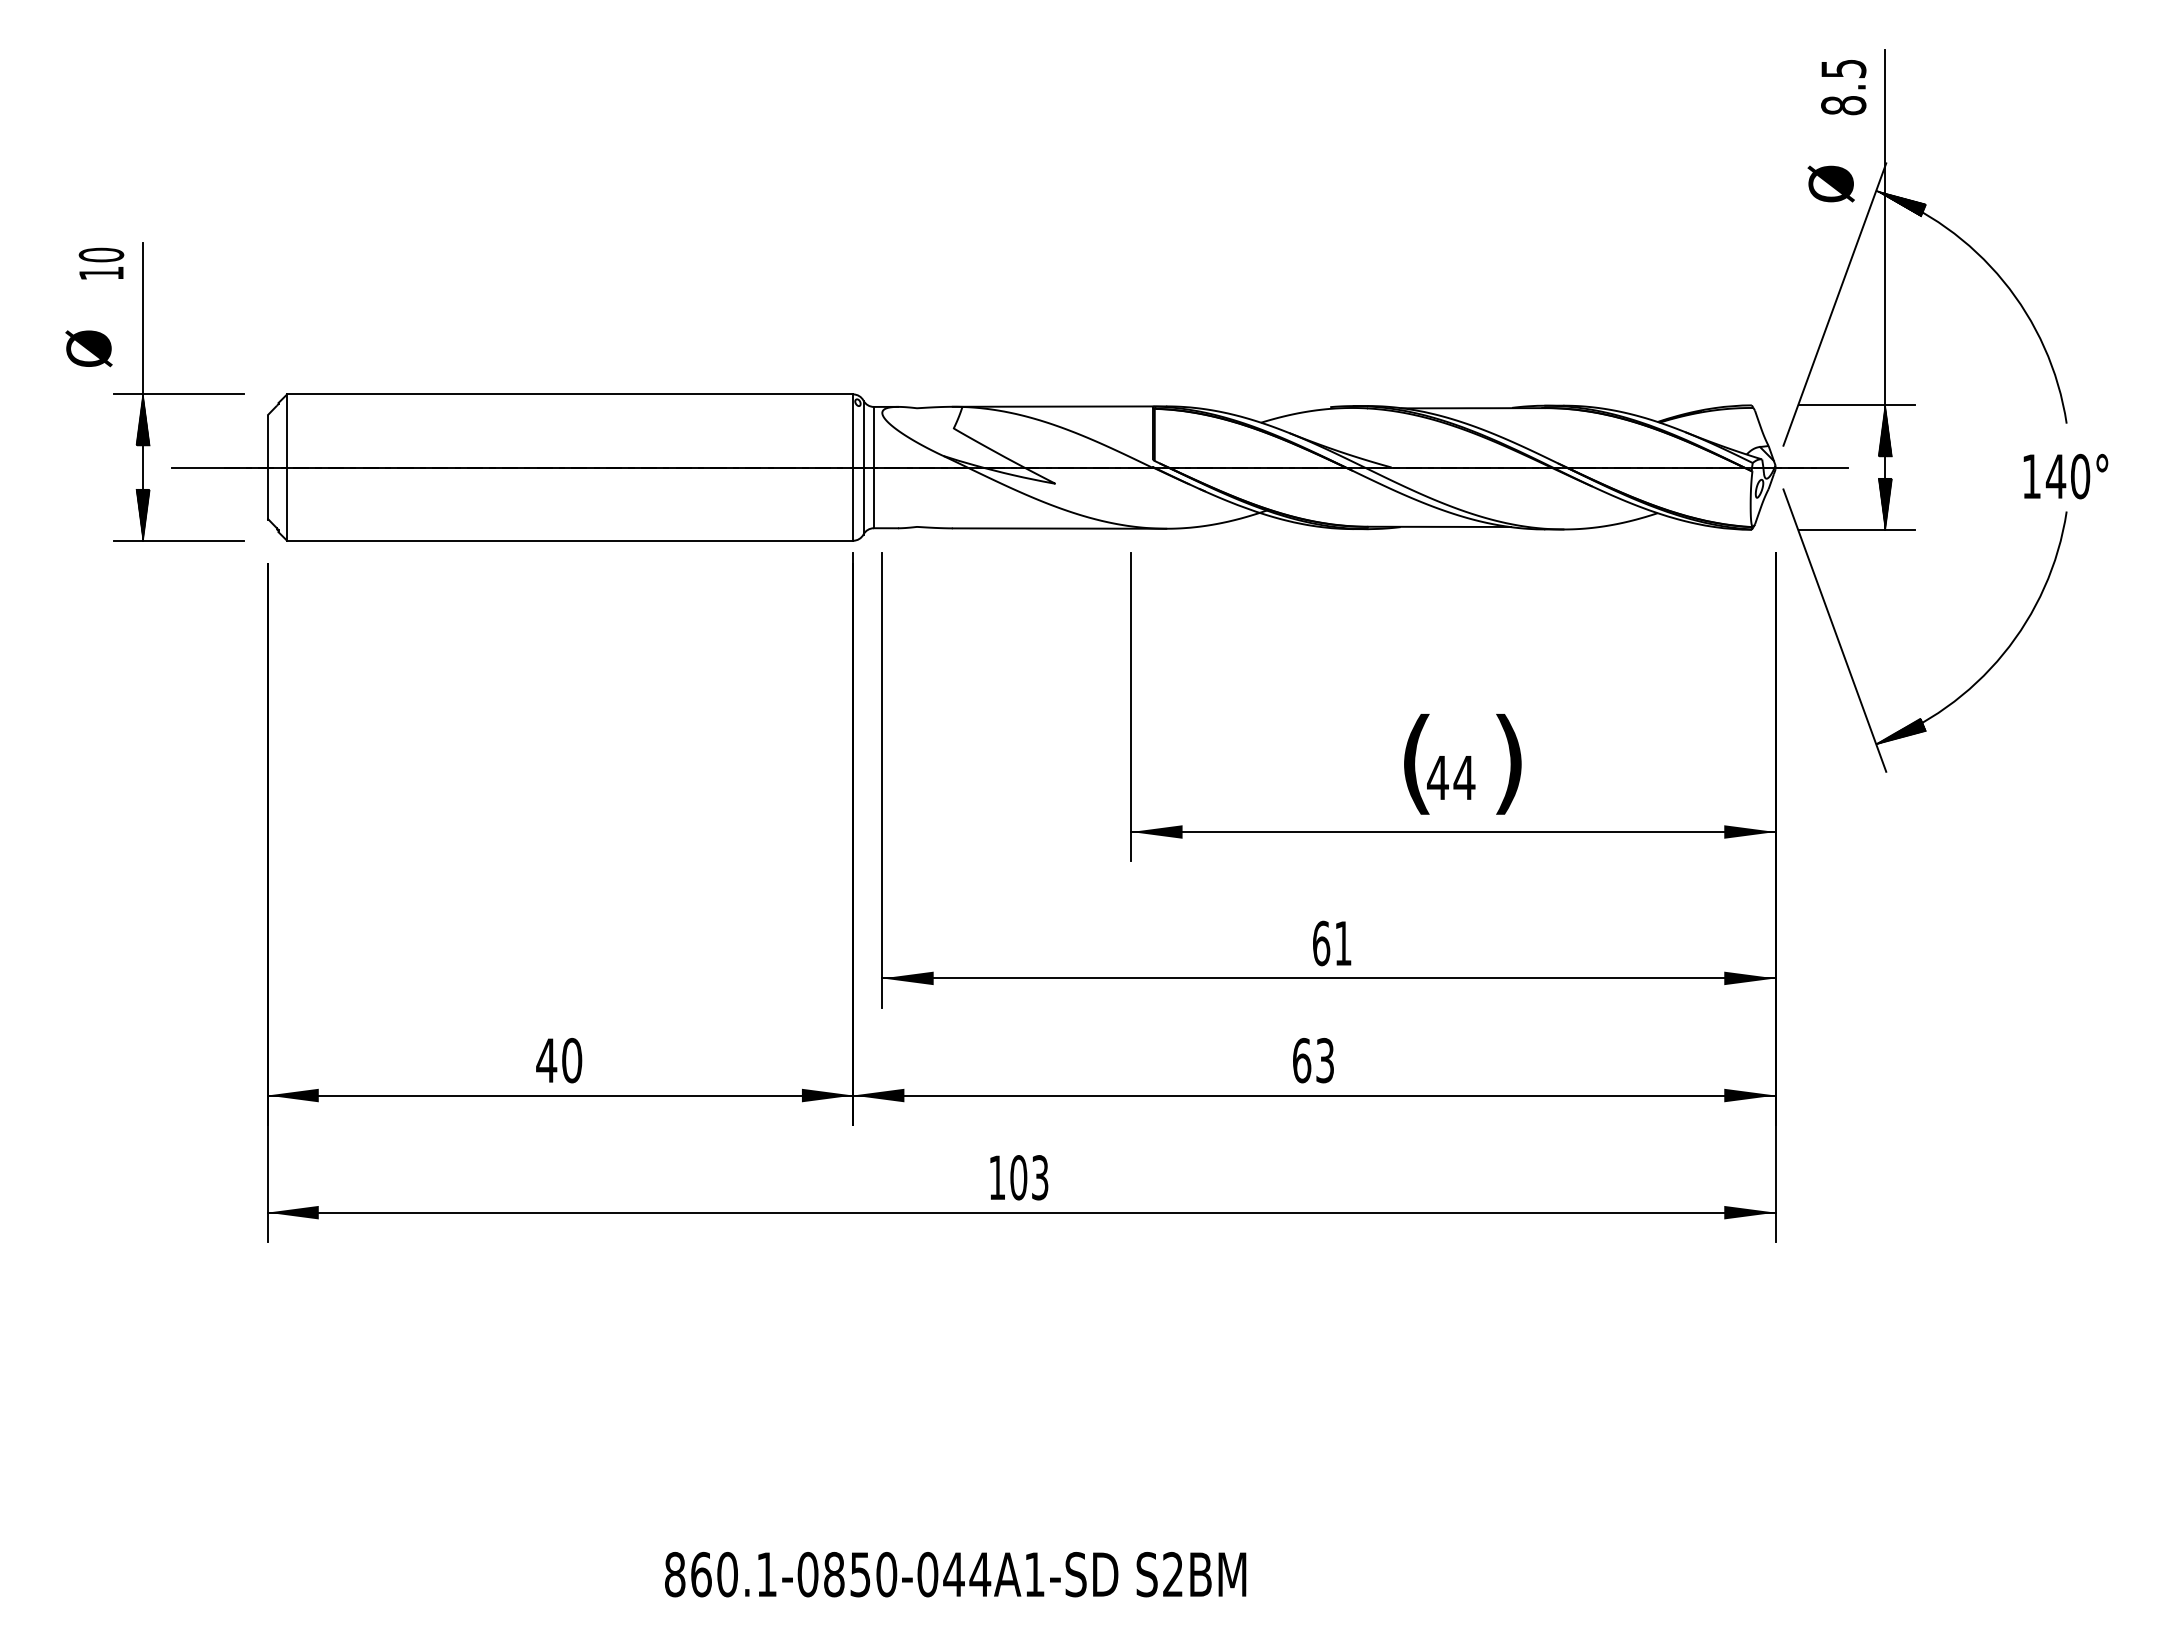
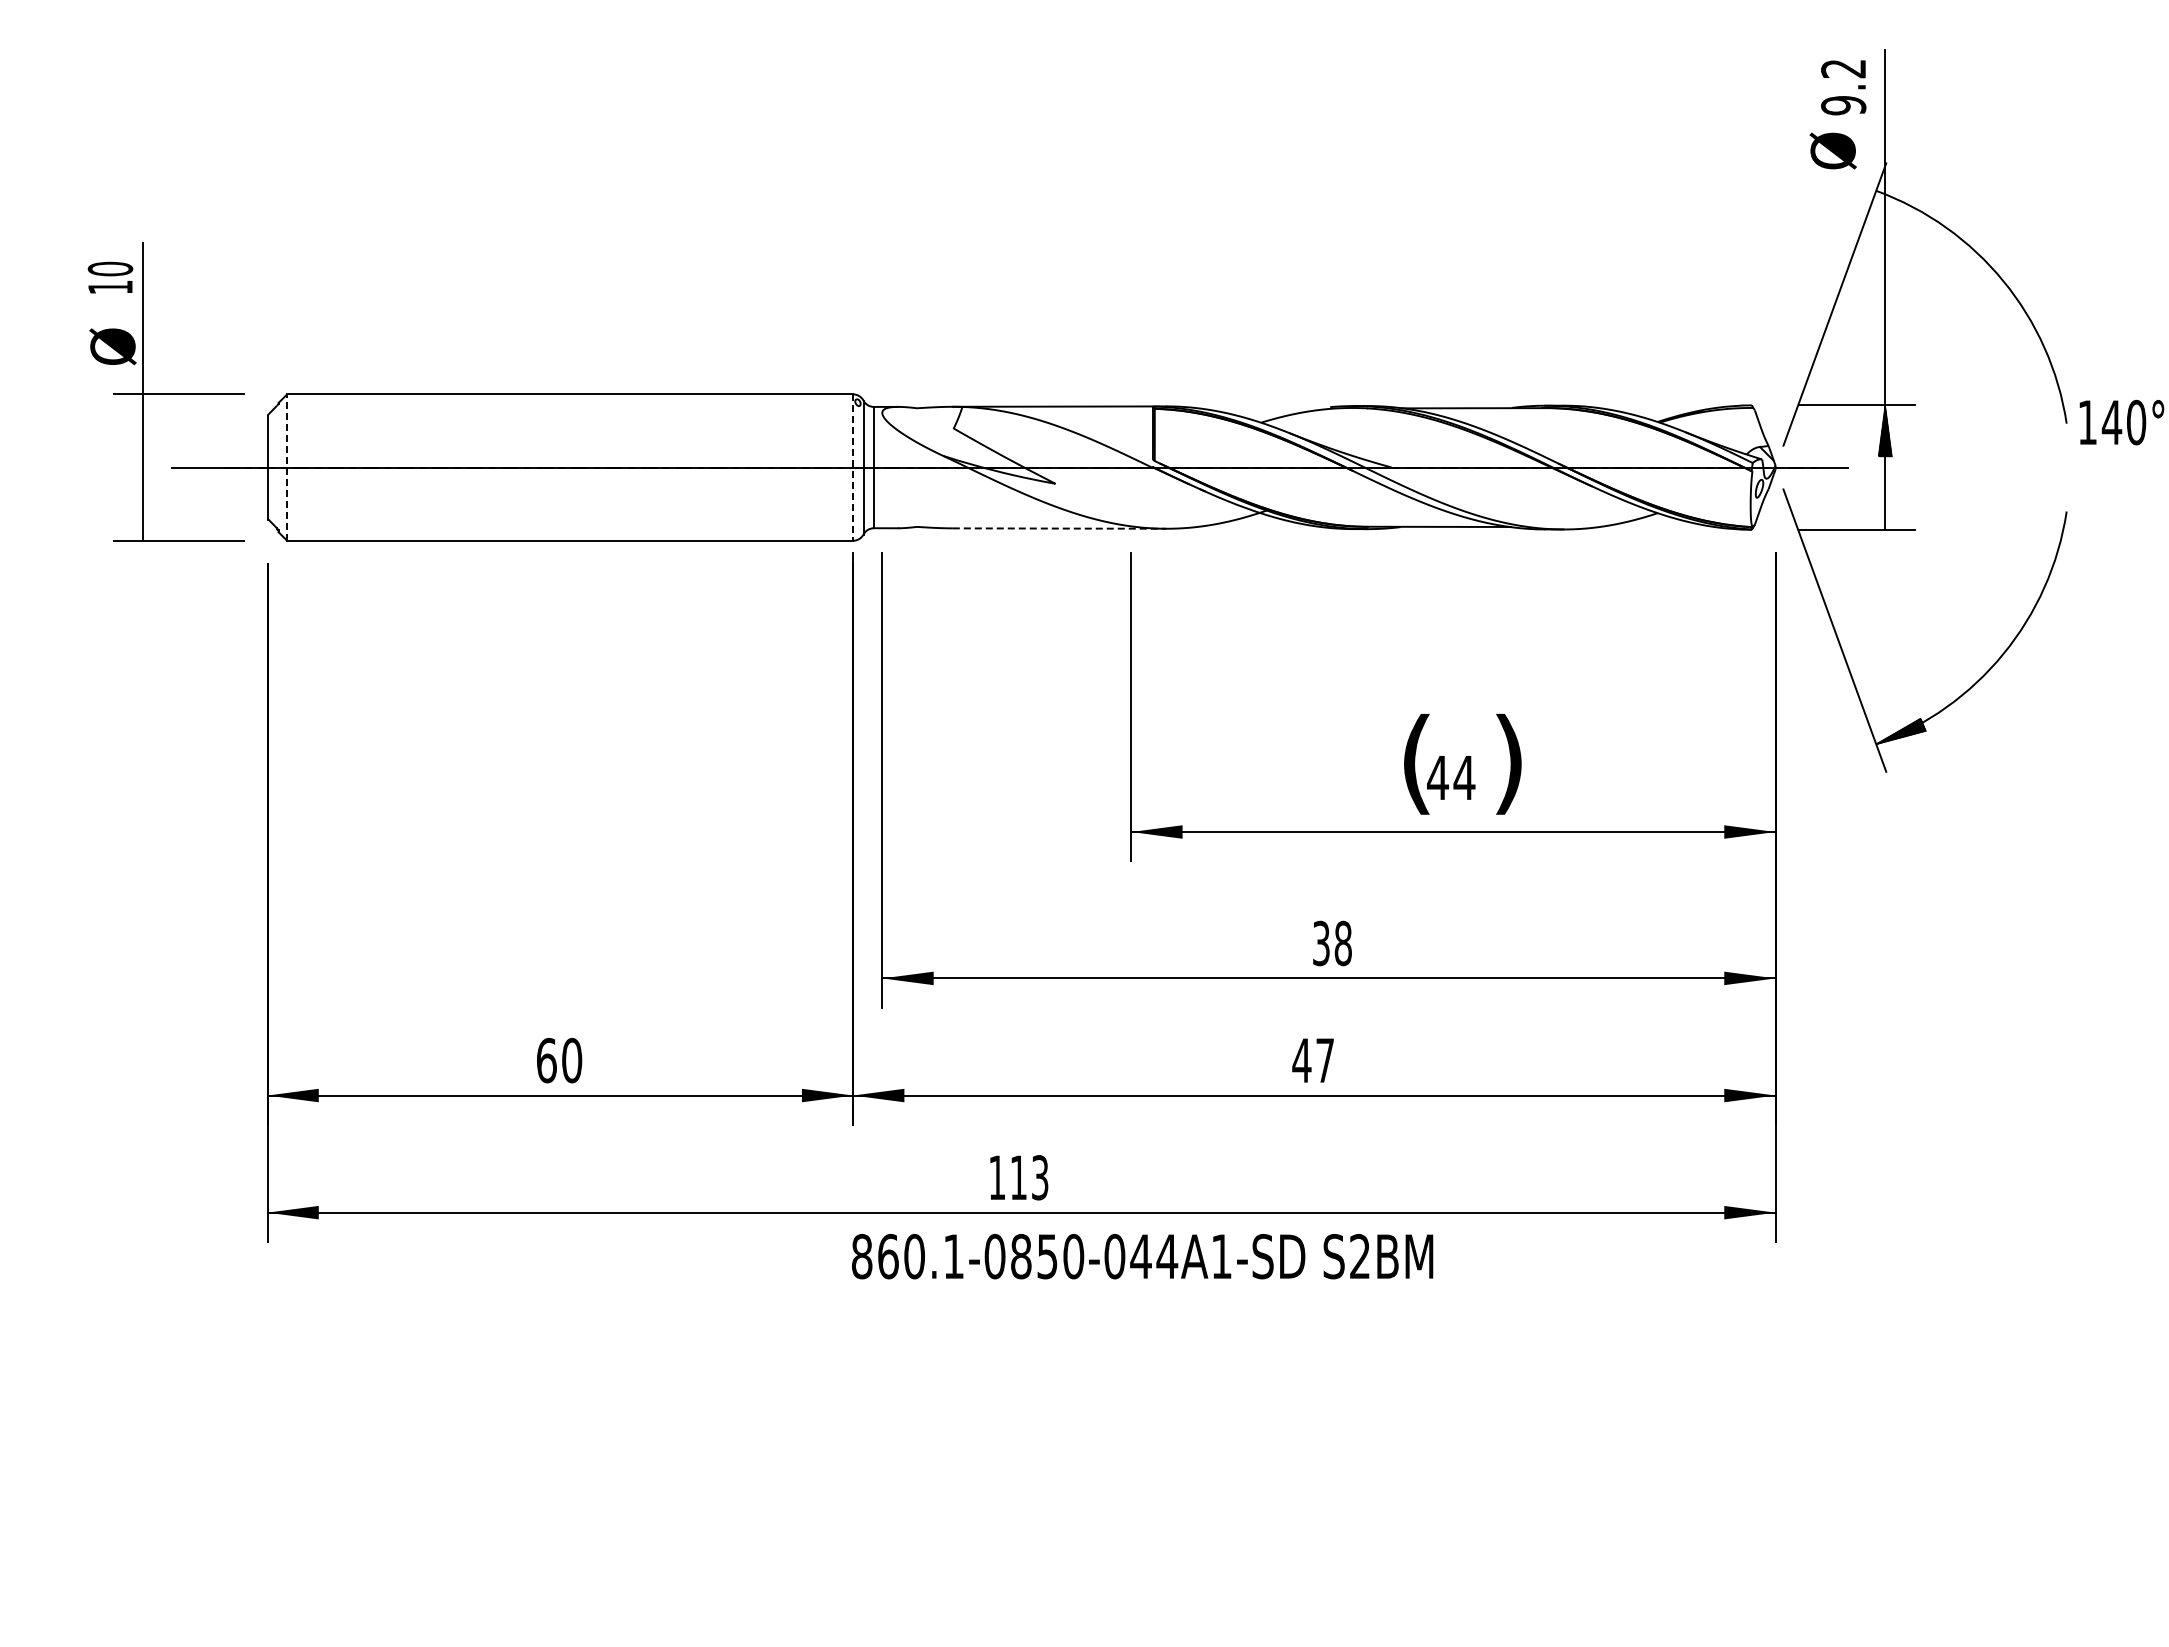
text at (1843, 87): 8.5 -> 9.2
text at (1830, 183) position: (1830, 183) -> (1832, 150)
hatch at (1901, 203): present -> none
text at (101, 263) position: (101, 263) -> (110, 277)
text at (88, 348) position: (88, 348) -> (112, 346)
hatch at (142, 419): present -> none
line at (287, 467): solid -> dashed
line at (853, 468): solid -> dashed
text at (2065, 476) position: (2065, 476) -> (2121, 422)
hatch at (1885, 503): present -> none
hatch at (142, 514): present -> none
line at (1059, 528): solid -> dashed
text at (1332, 943): 61 -> 38
text at (546, 1060): 40 -> 60
text at (1312, 1060): 63 -> 47
text at (1018, 1177): 103 -> 113
text at (955, 1574) position: (955, 1574) -> (1142, 1256)
